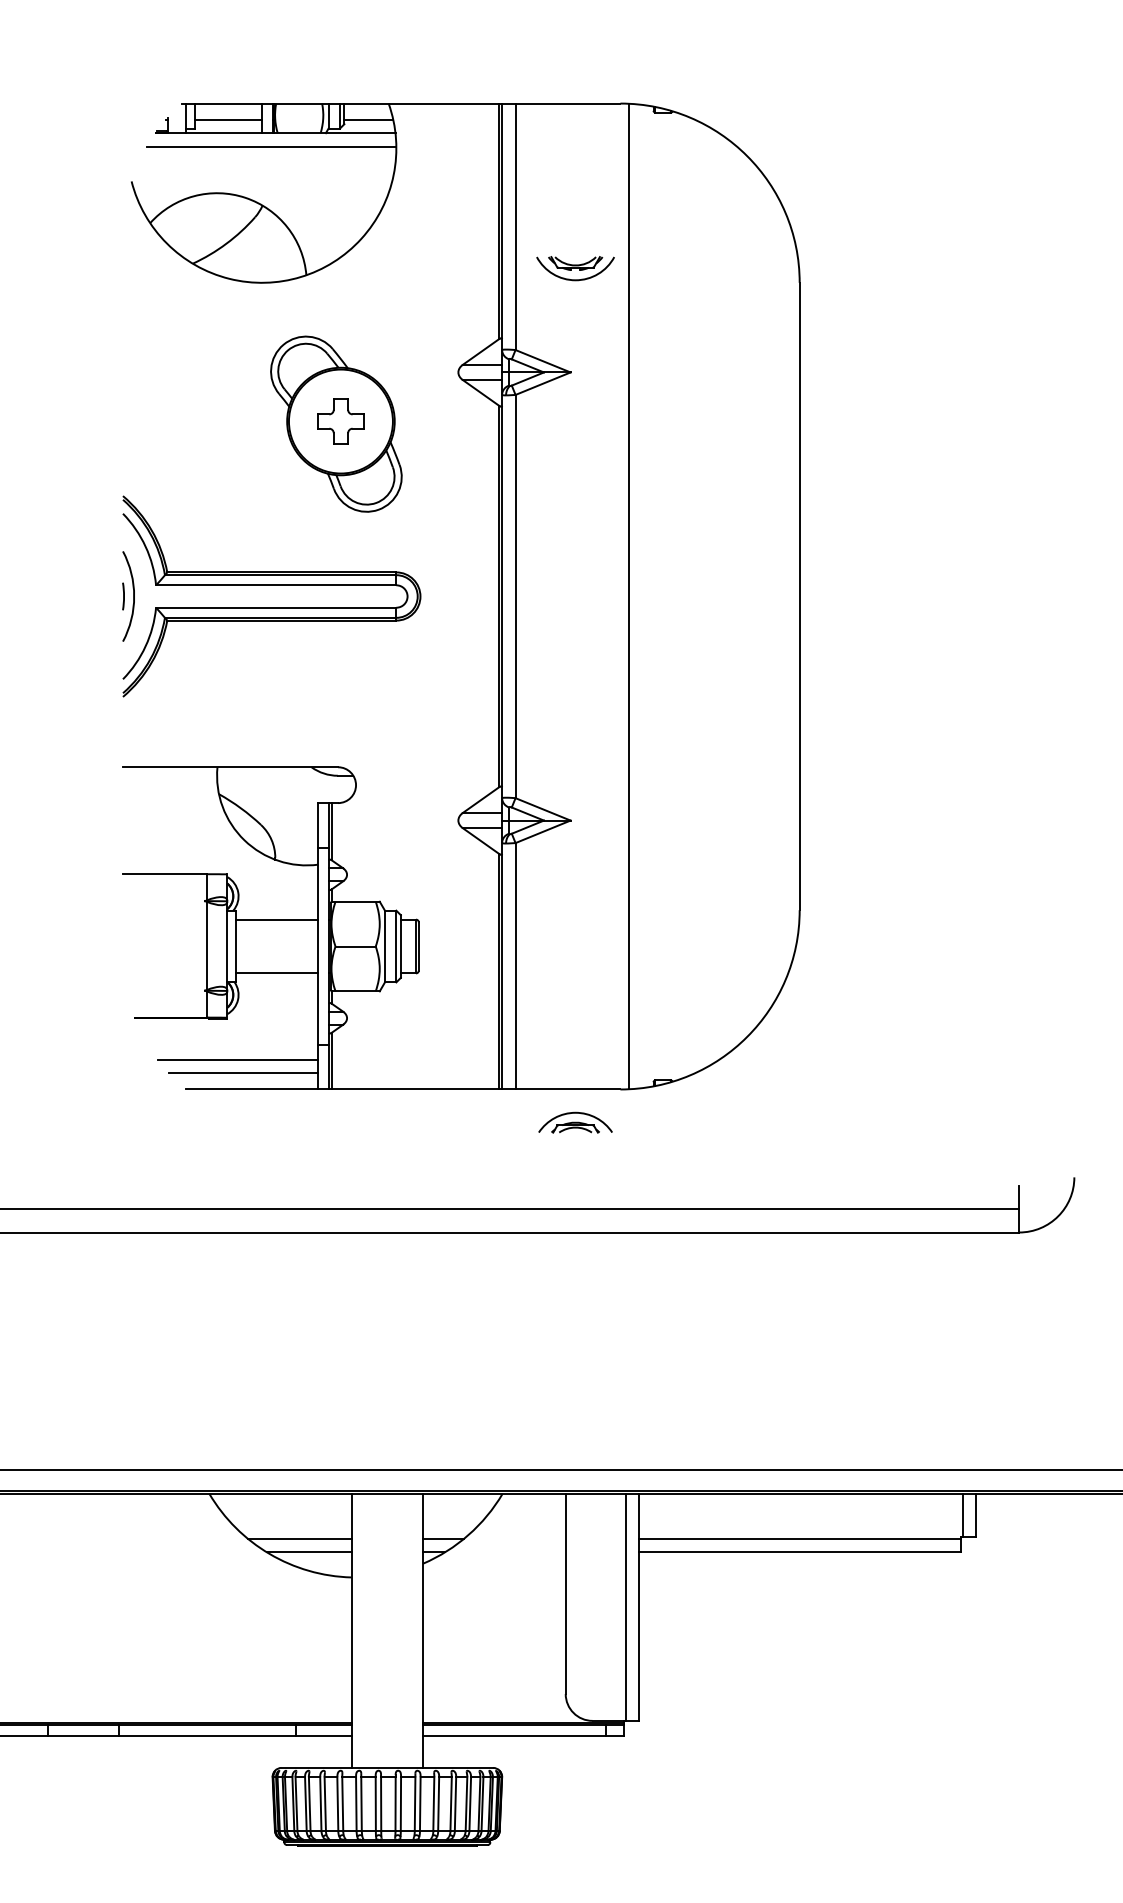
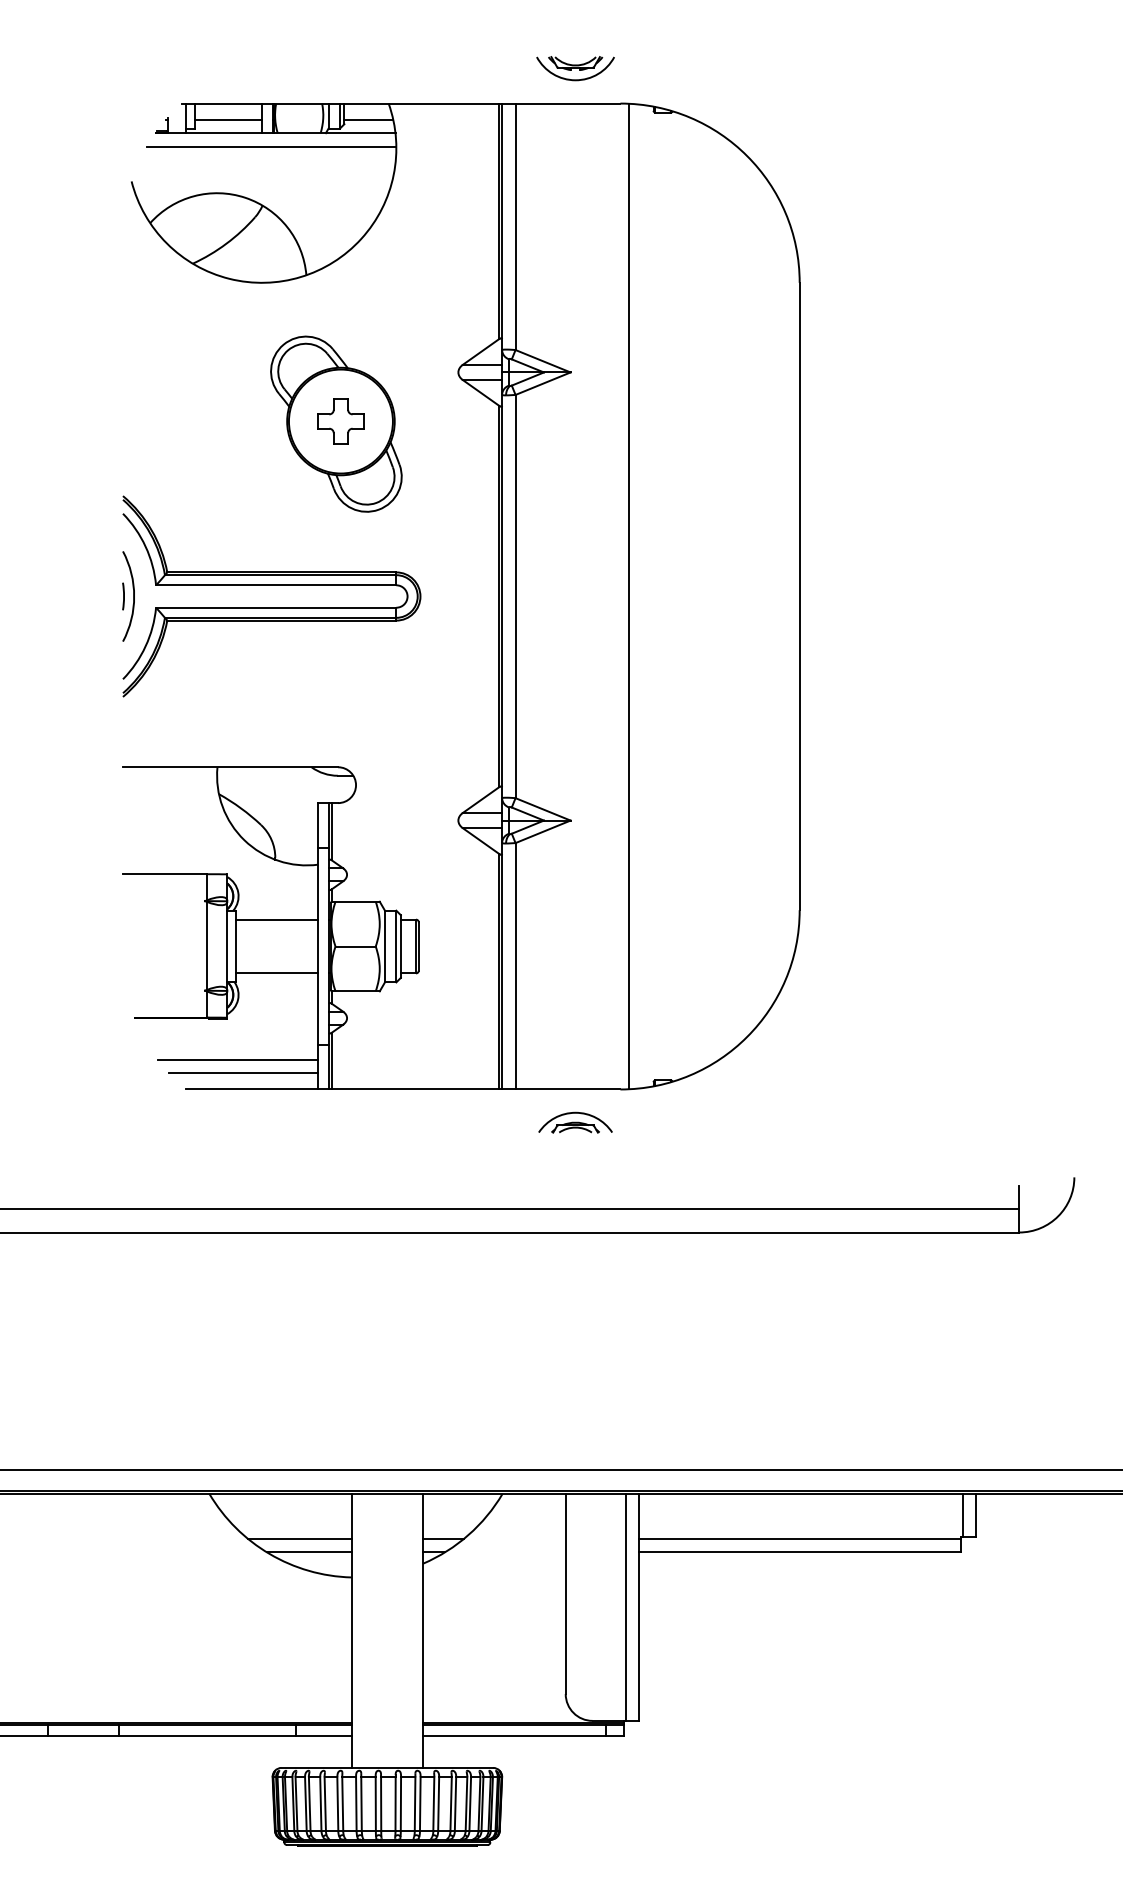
part at (575, 268) position: (575, 268) -> (575, 68)
